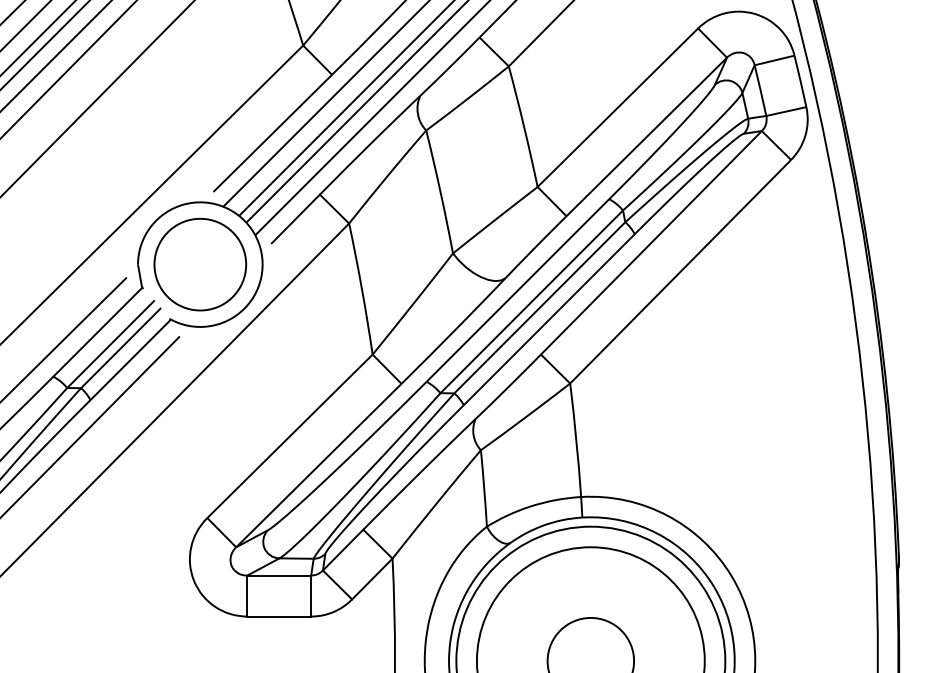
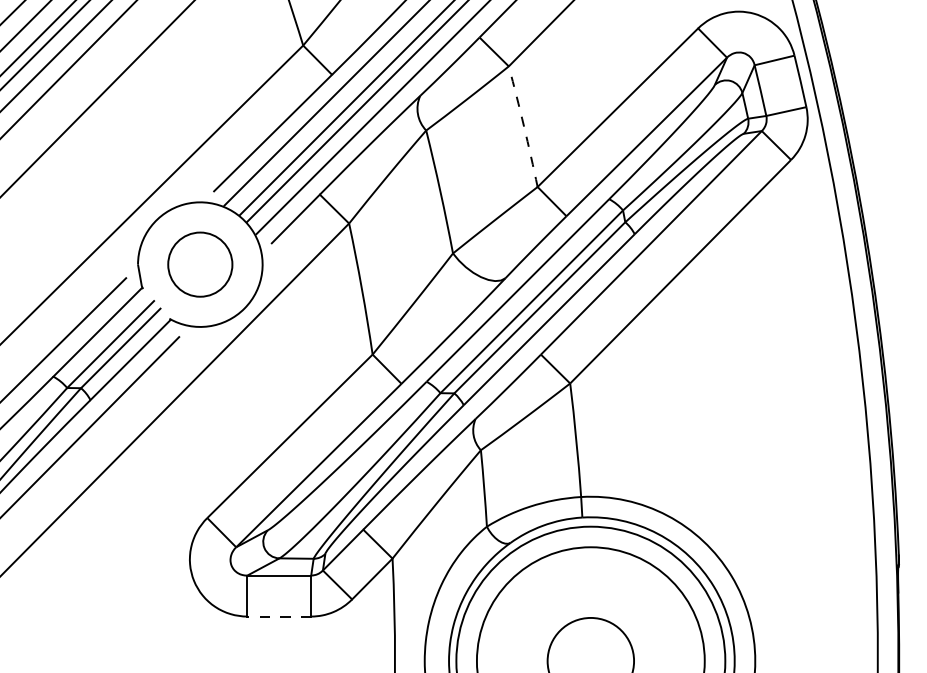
arc at (524, 126): solid -> dashed
circle at (200, 264) diameter: 92 px -> 64 px
line at (279, 616): solid -> dashed
